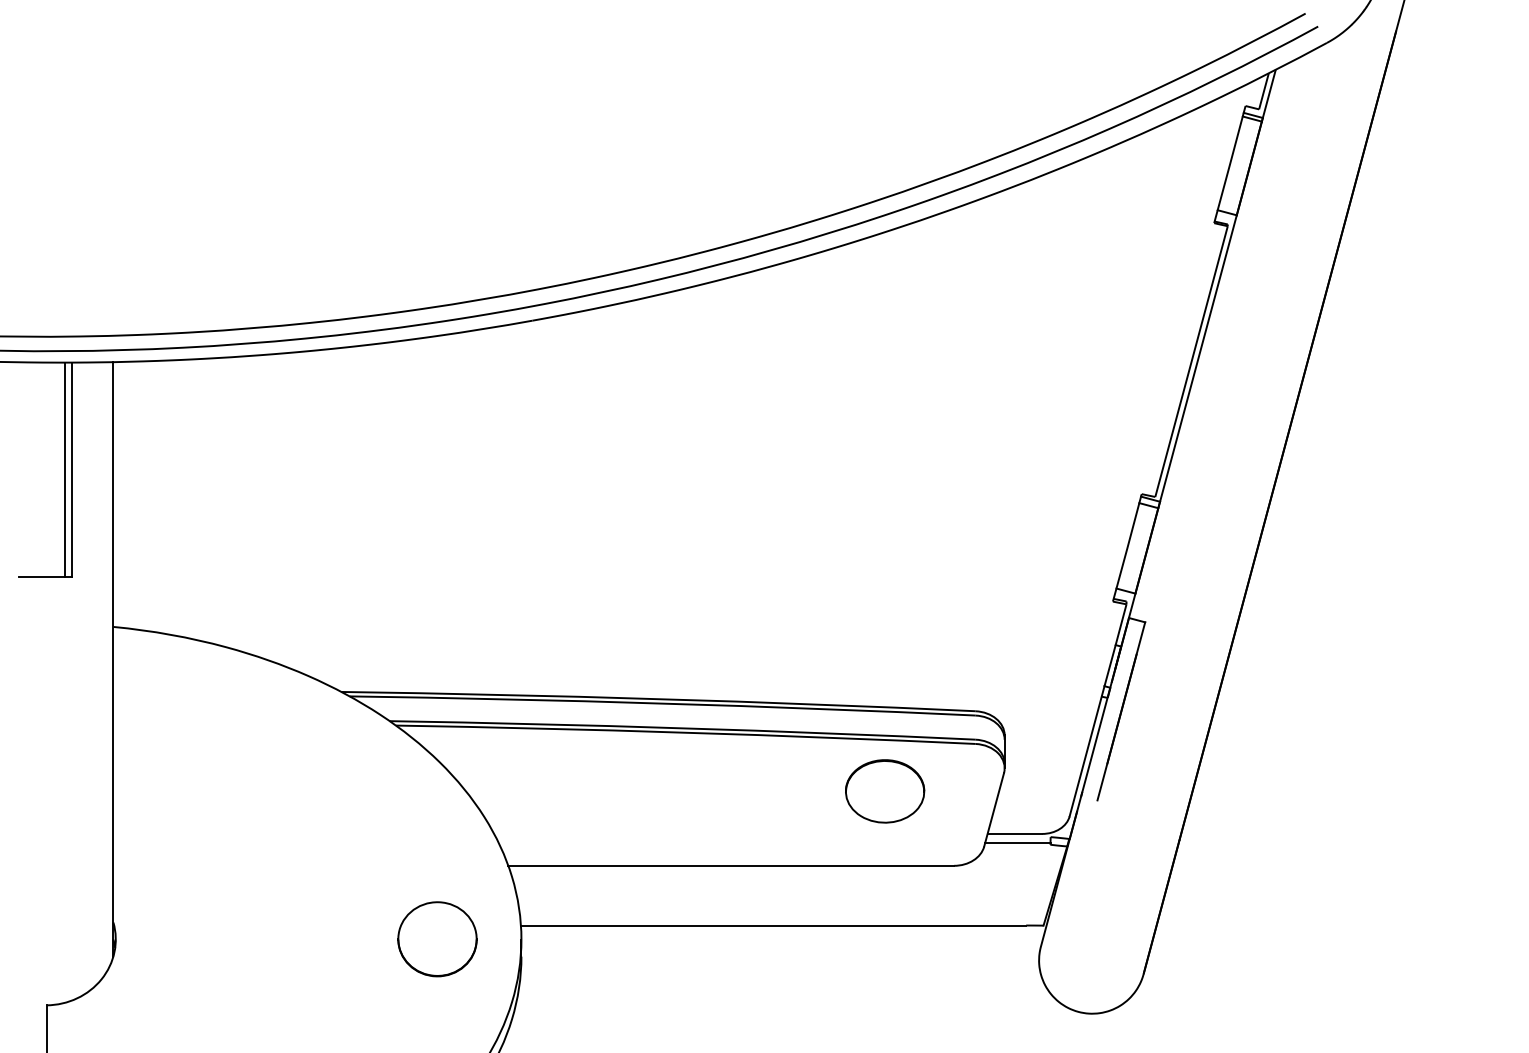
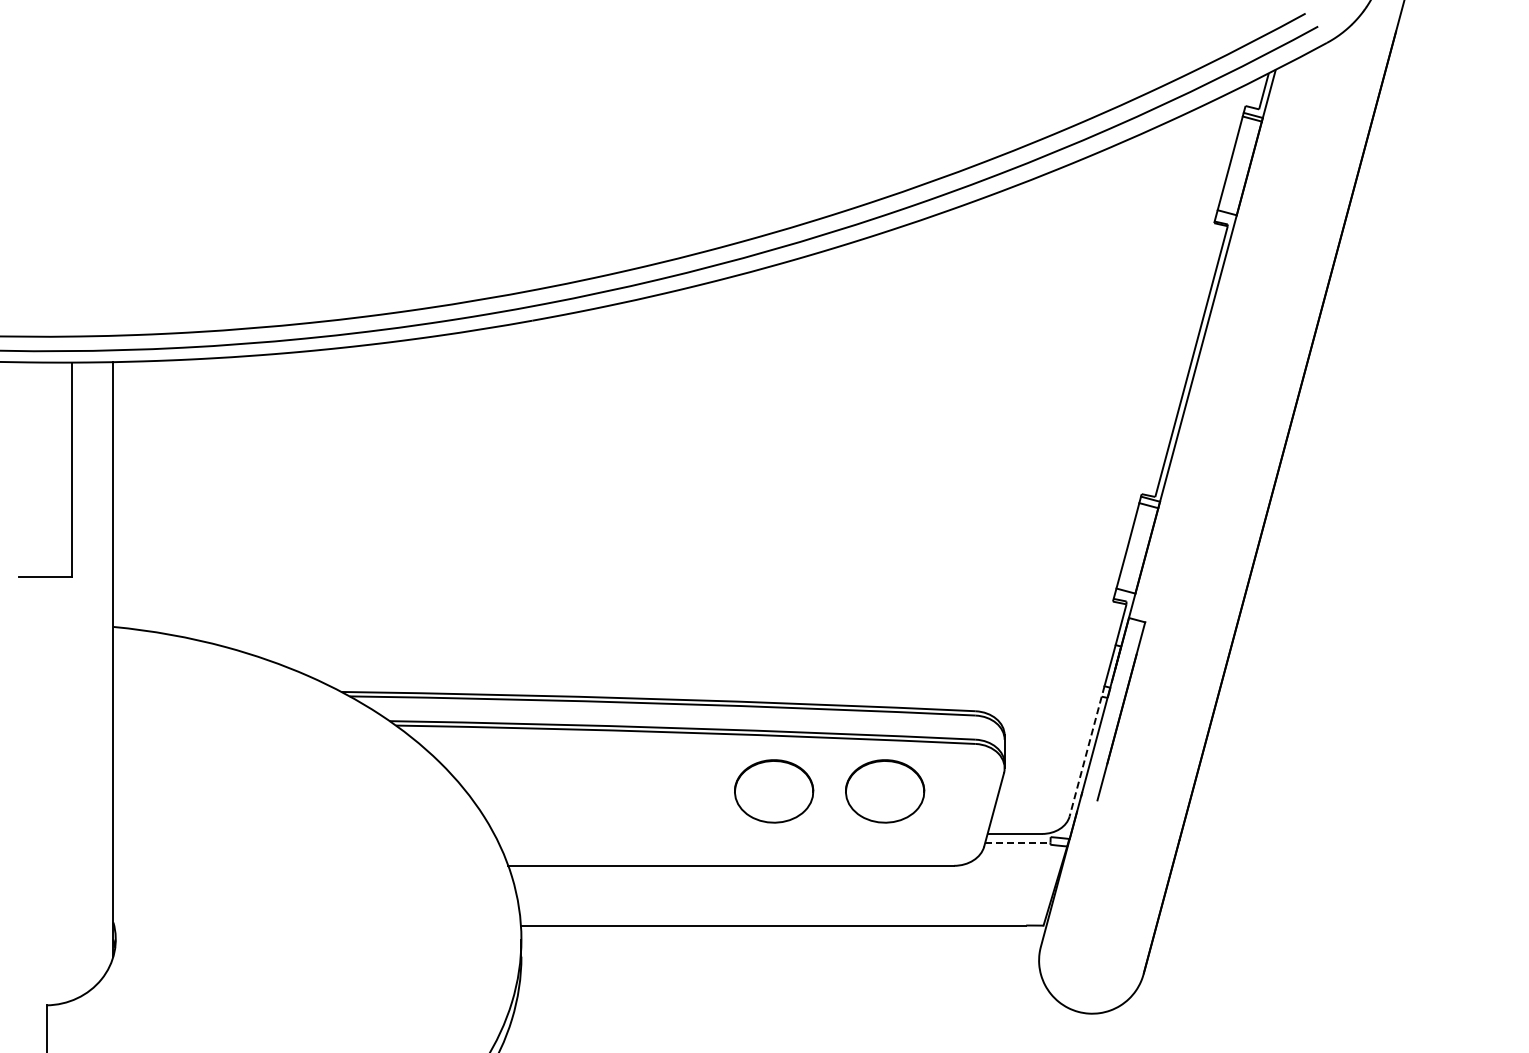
line at (65, 469): present -> none
line at (1086, 751): solid -> dashed
part at (774, 791): none -> present
line at (1017, 842): solid -> dashed
part at (437, 939): present -> none
